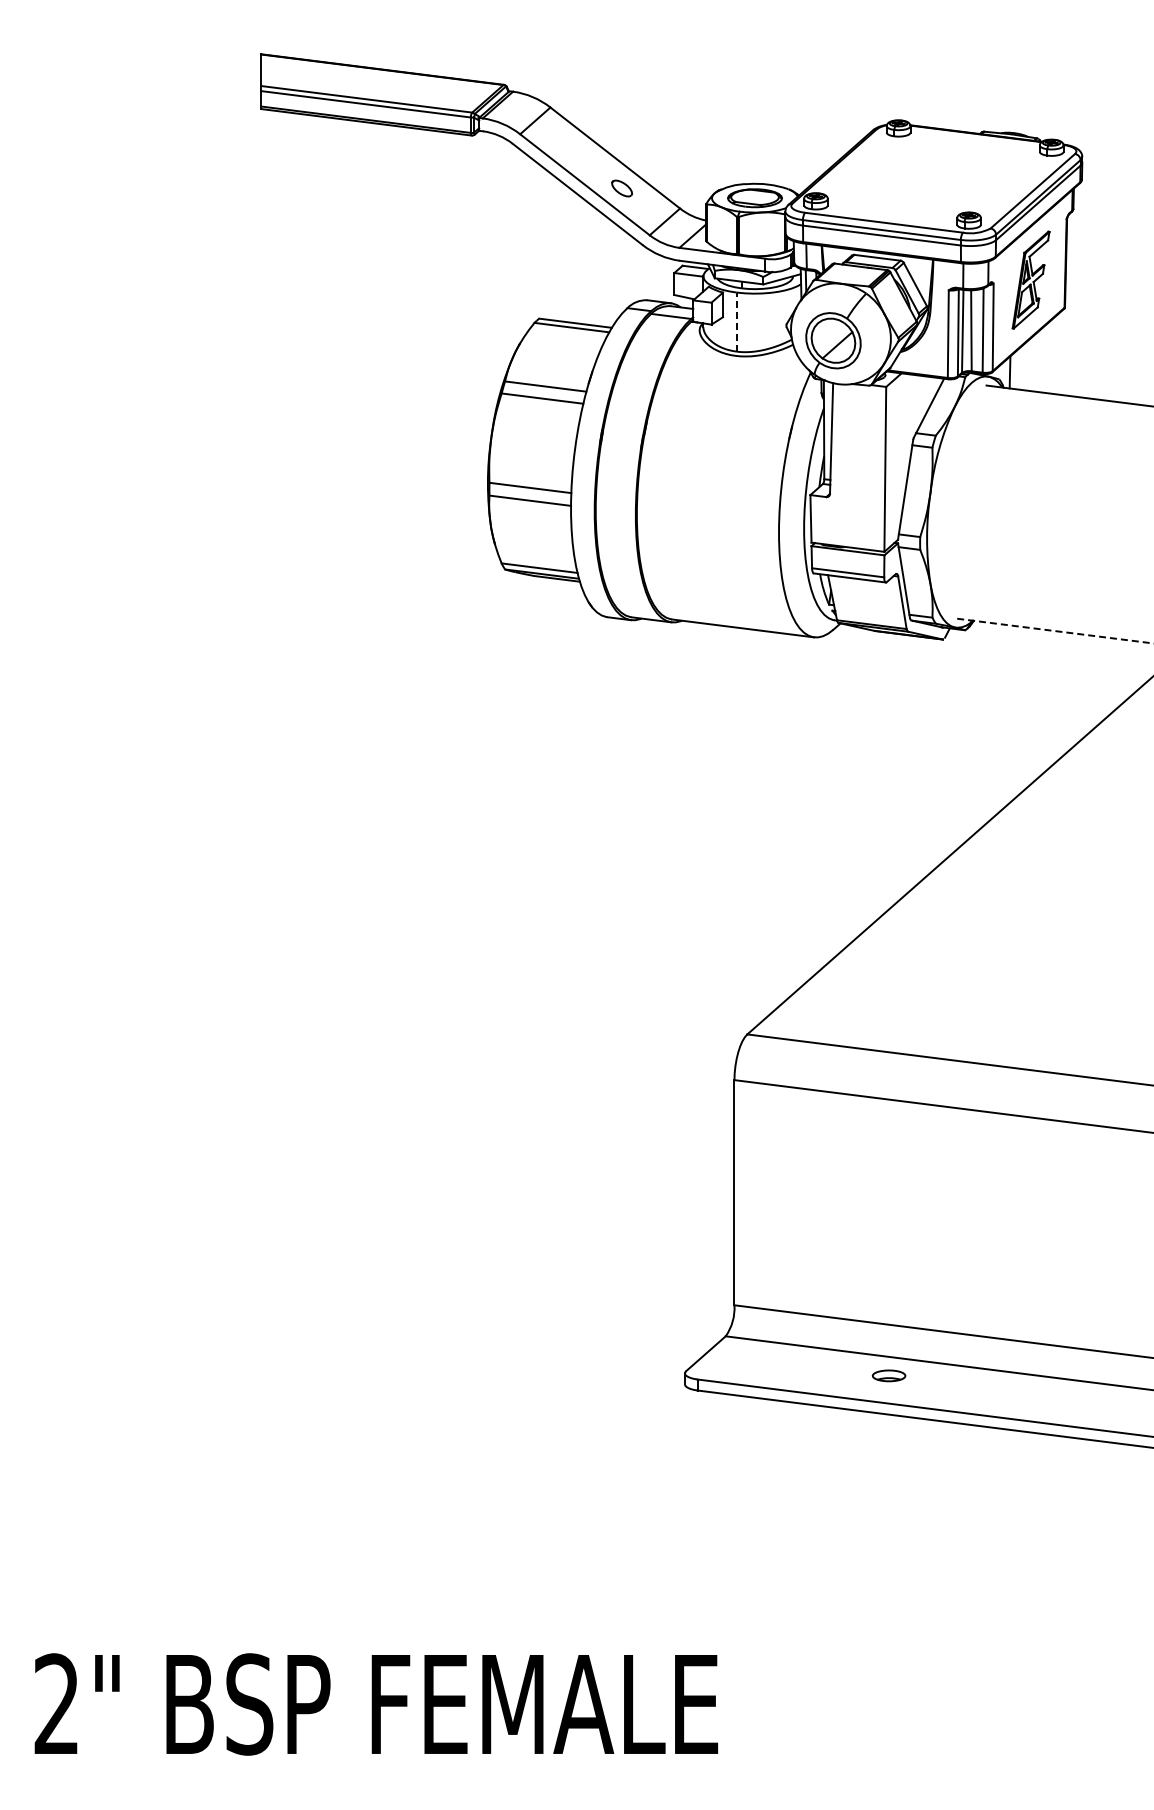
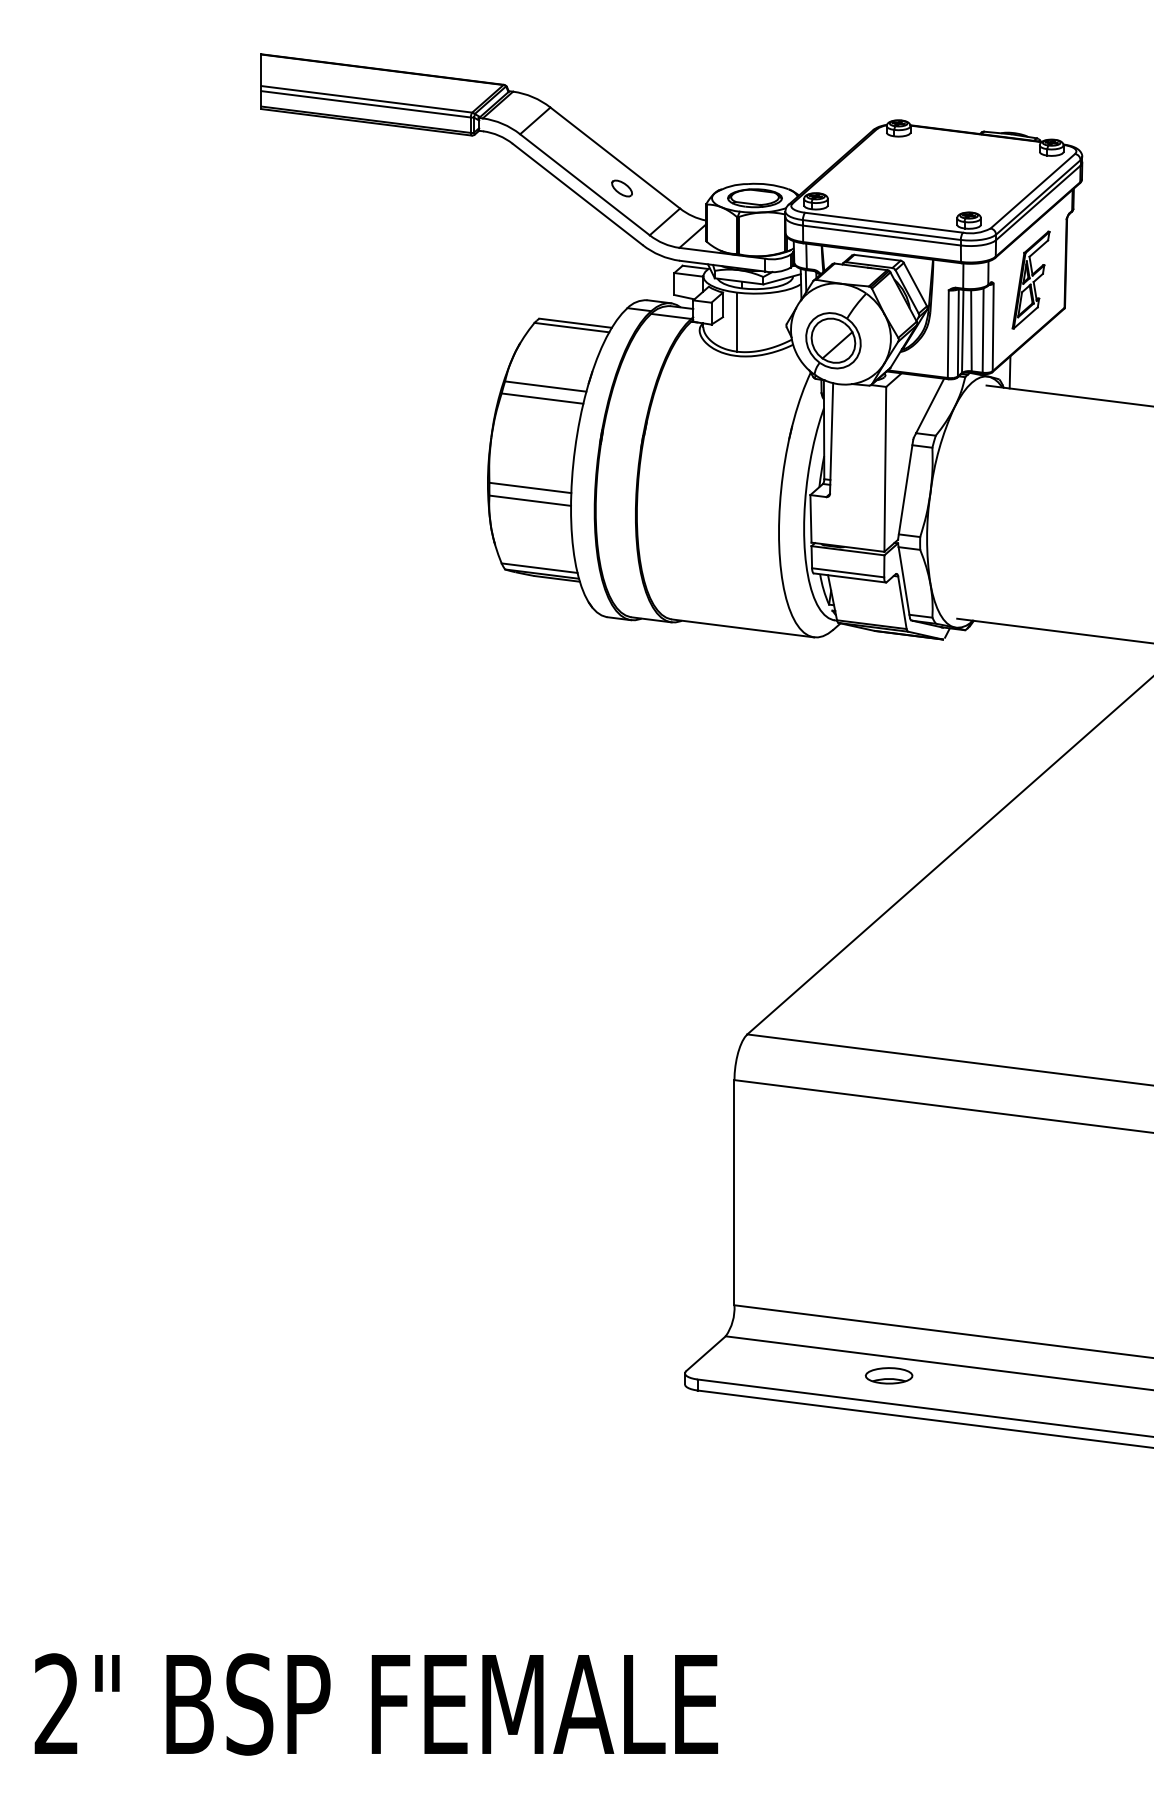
line at (736, 322): dashed -> solid
line at (1055, 631): dashed -> solid
part at (888, 1375) size: 36x14 px -> 50x18 px
